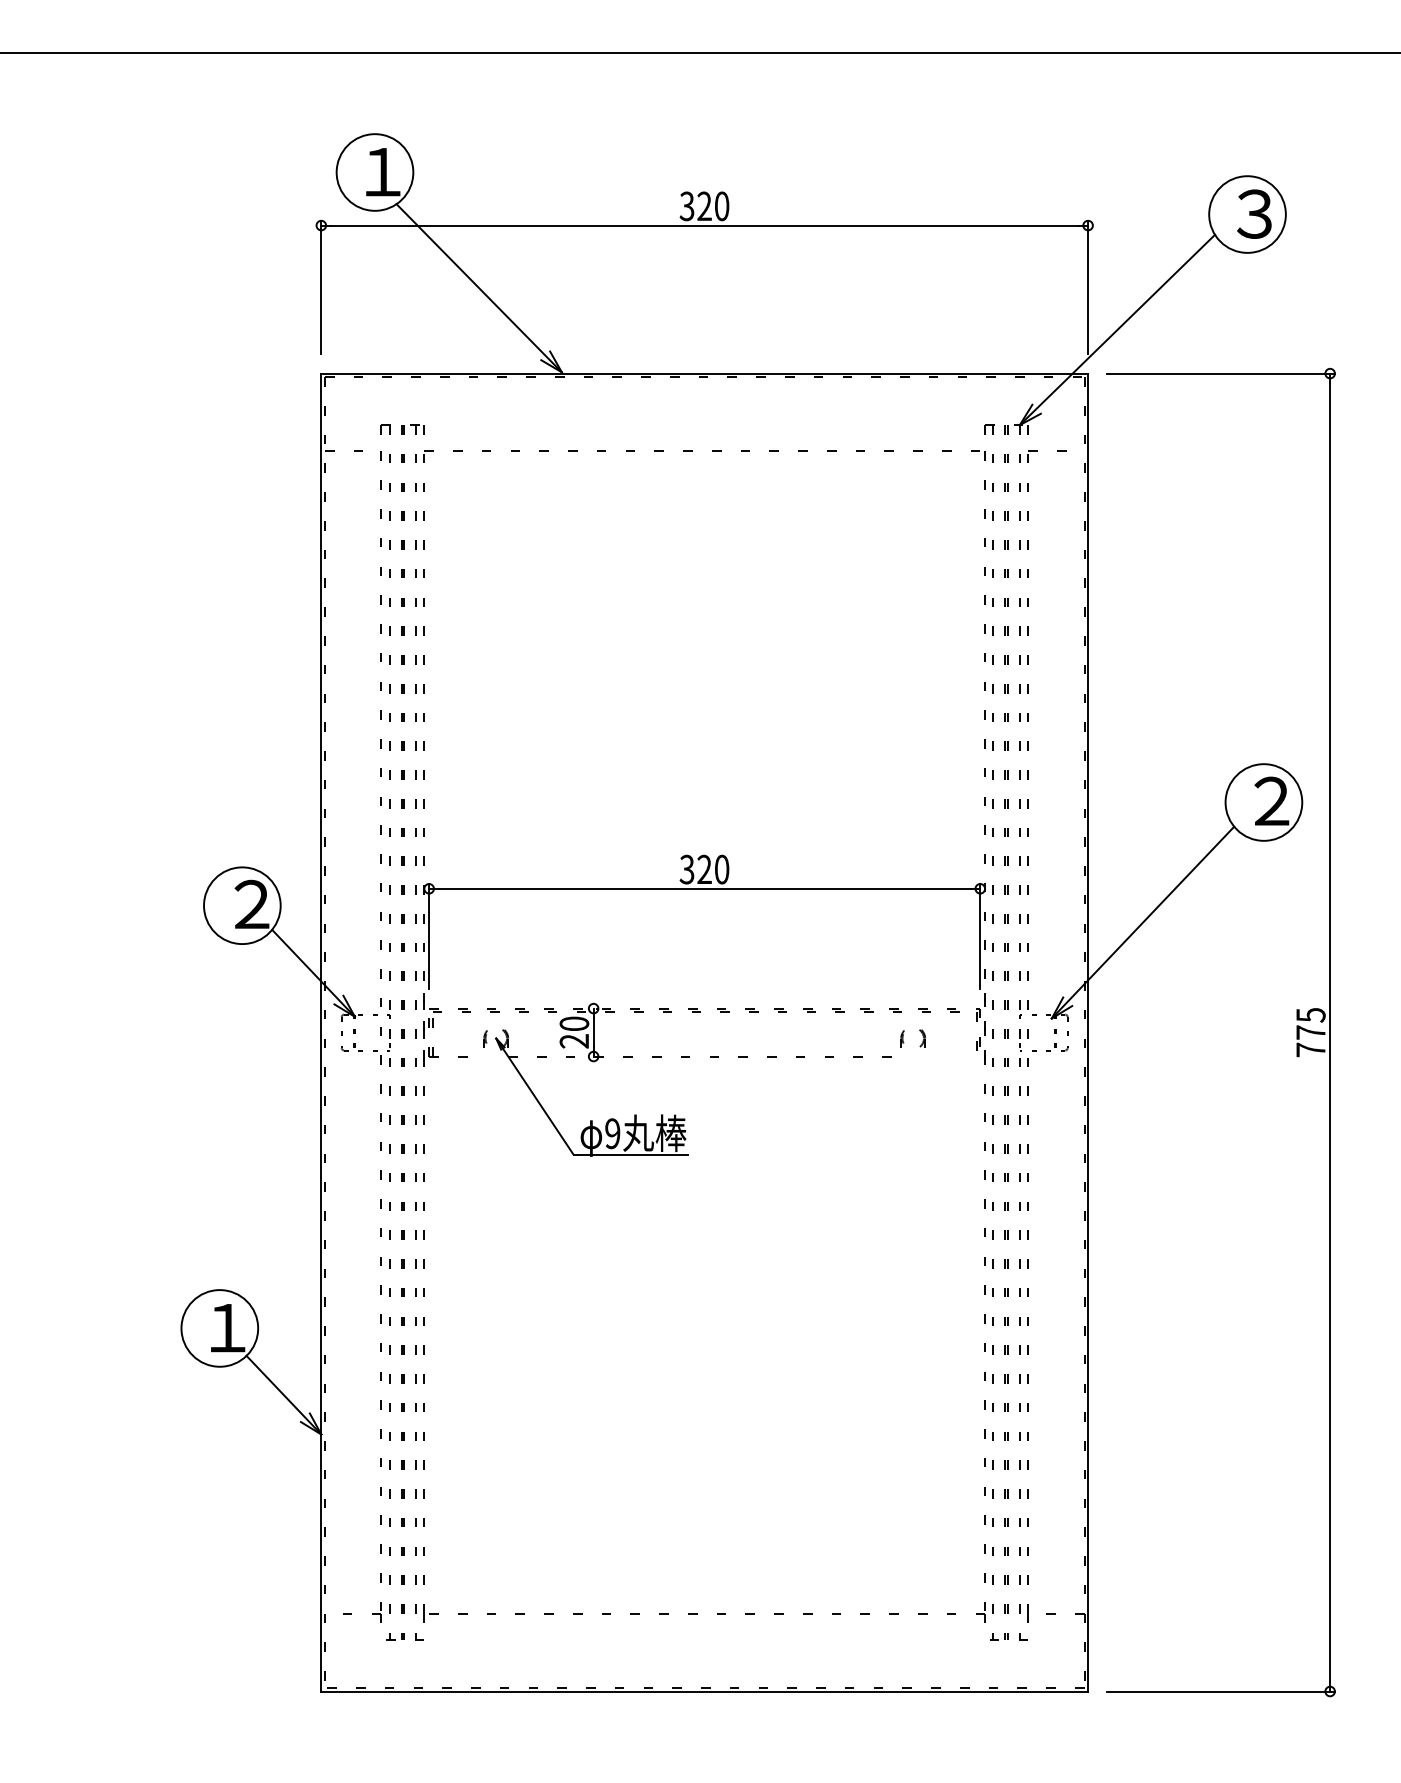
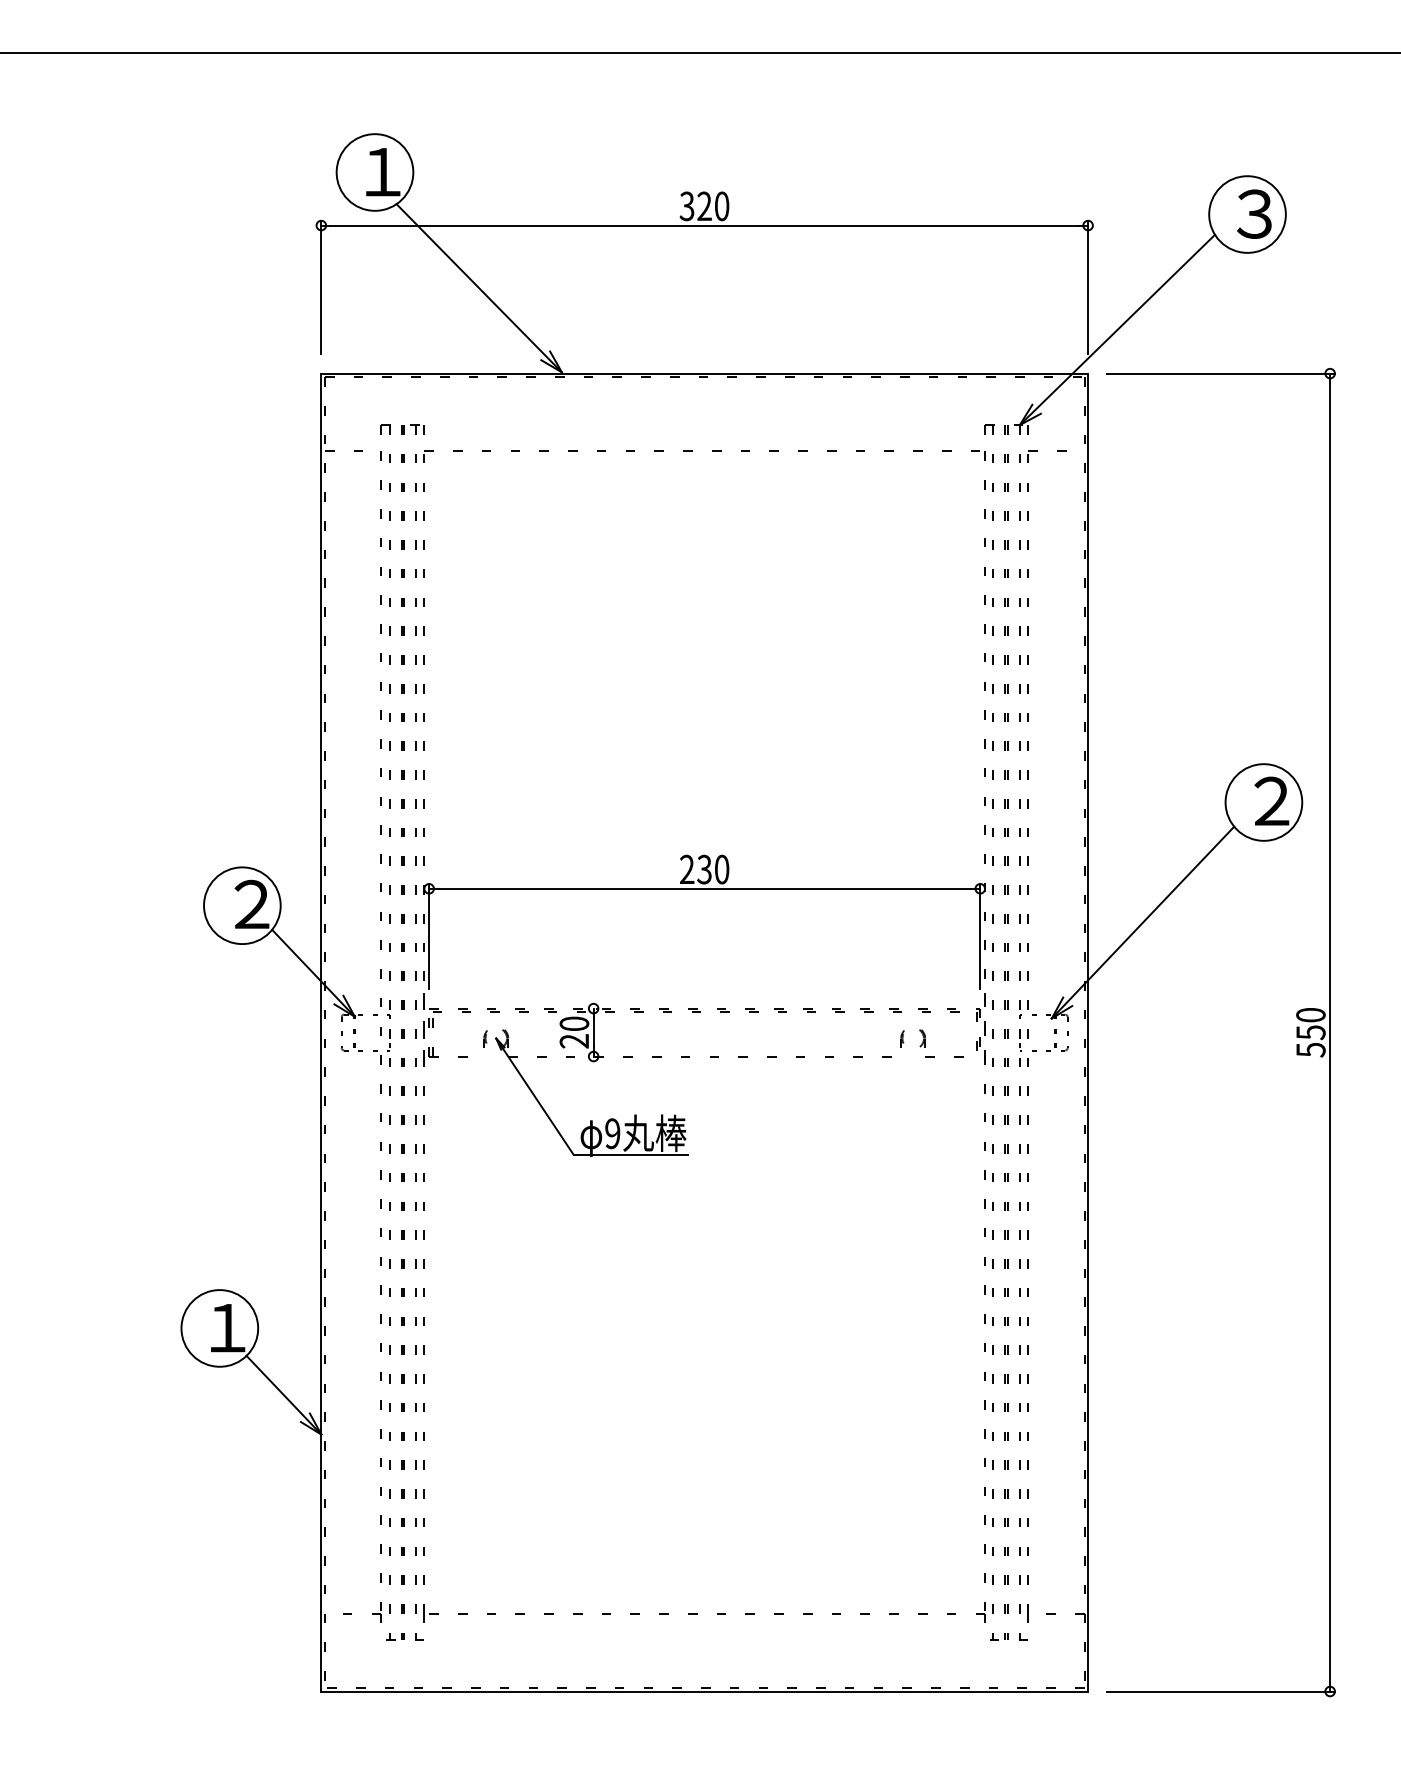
text at (695, 869): 320 -> 230
text at (1310, 1032): 775 -> 550
line at (934, 1056): none -> present
